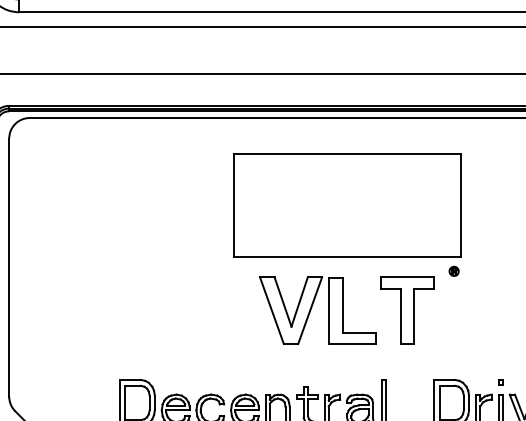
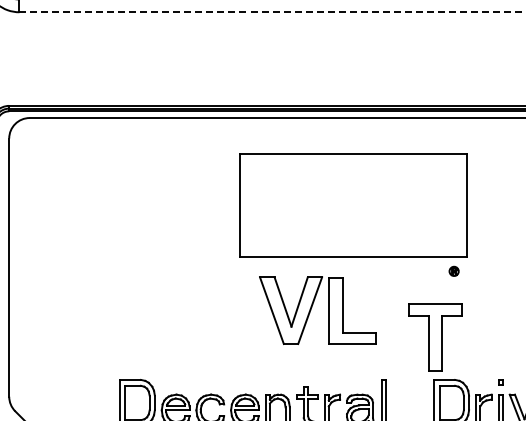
line at (273, 12): solid -> dashed
line at (262, 27): present -> none
line at (262, 74): present -> none
part at (347, 205) position: (347, 205) -> (353, 205)
part at (407, 310) position: (407, 310) -> (435, 337)
